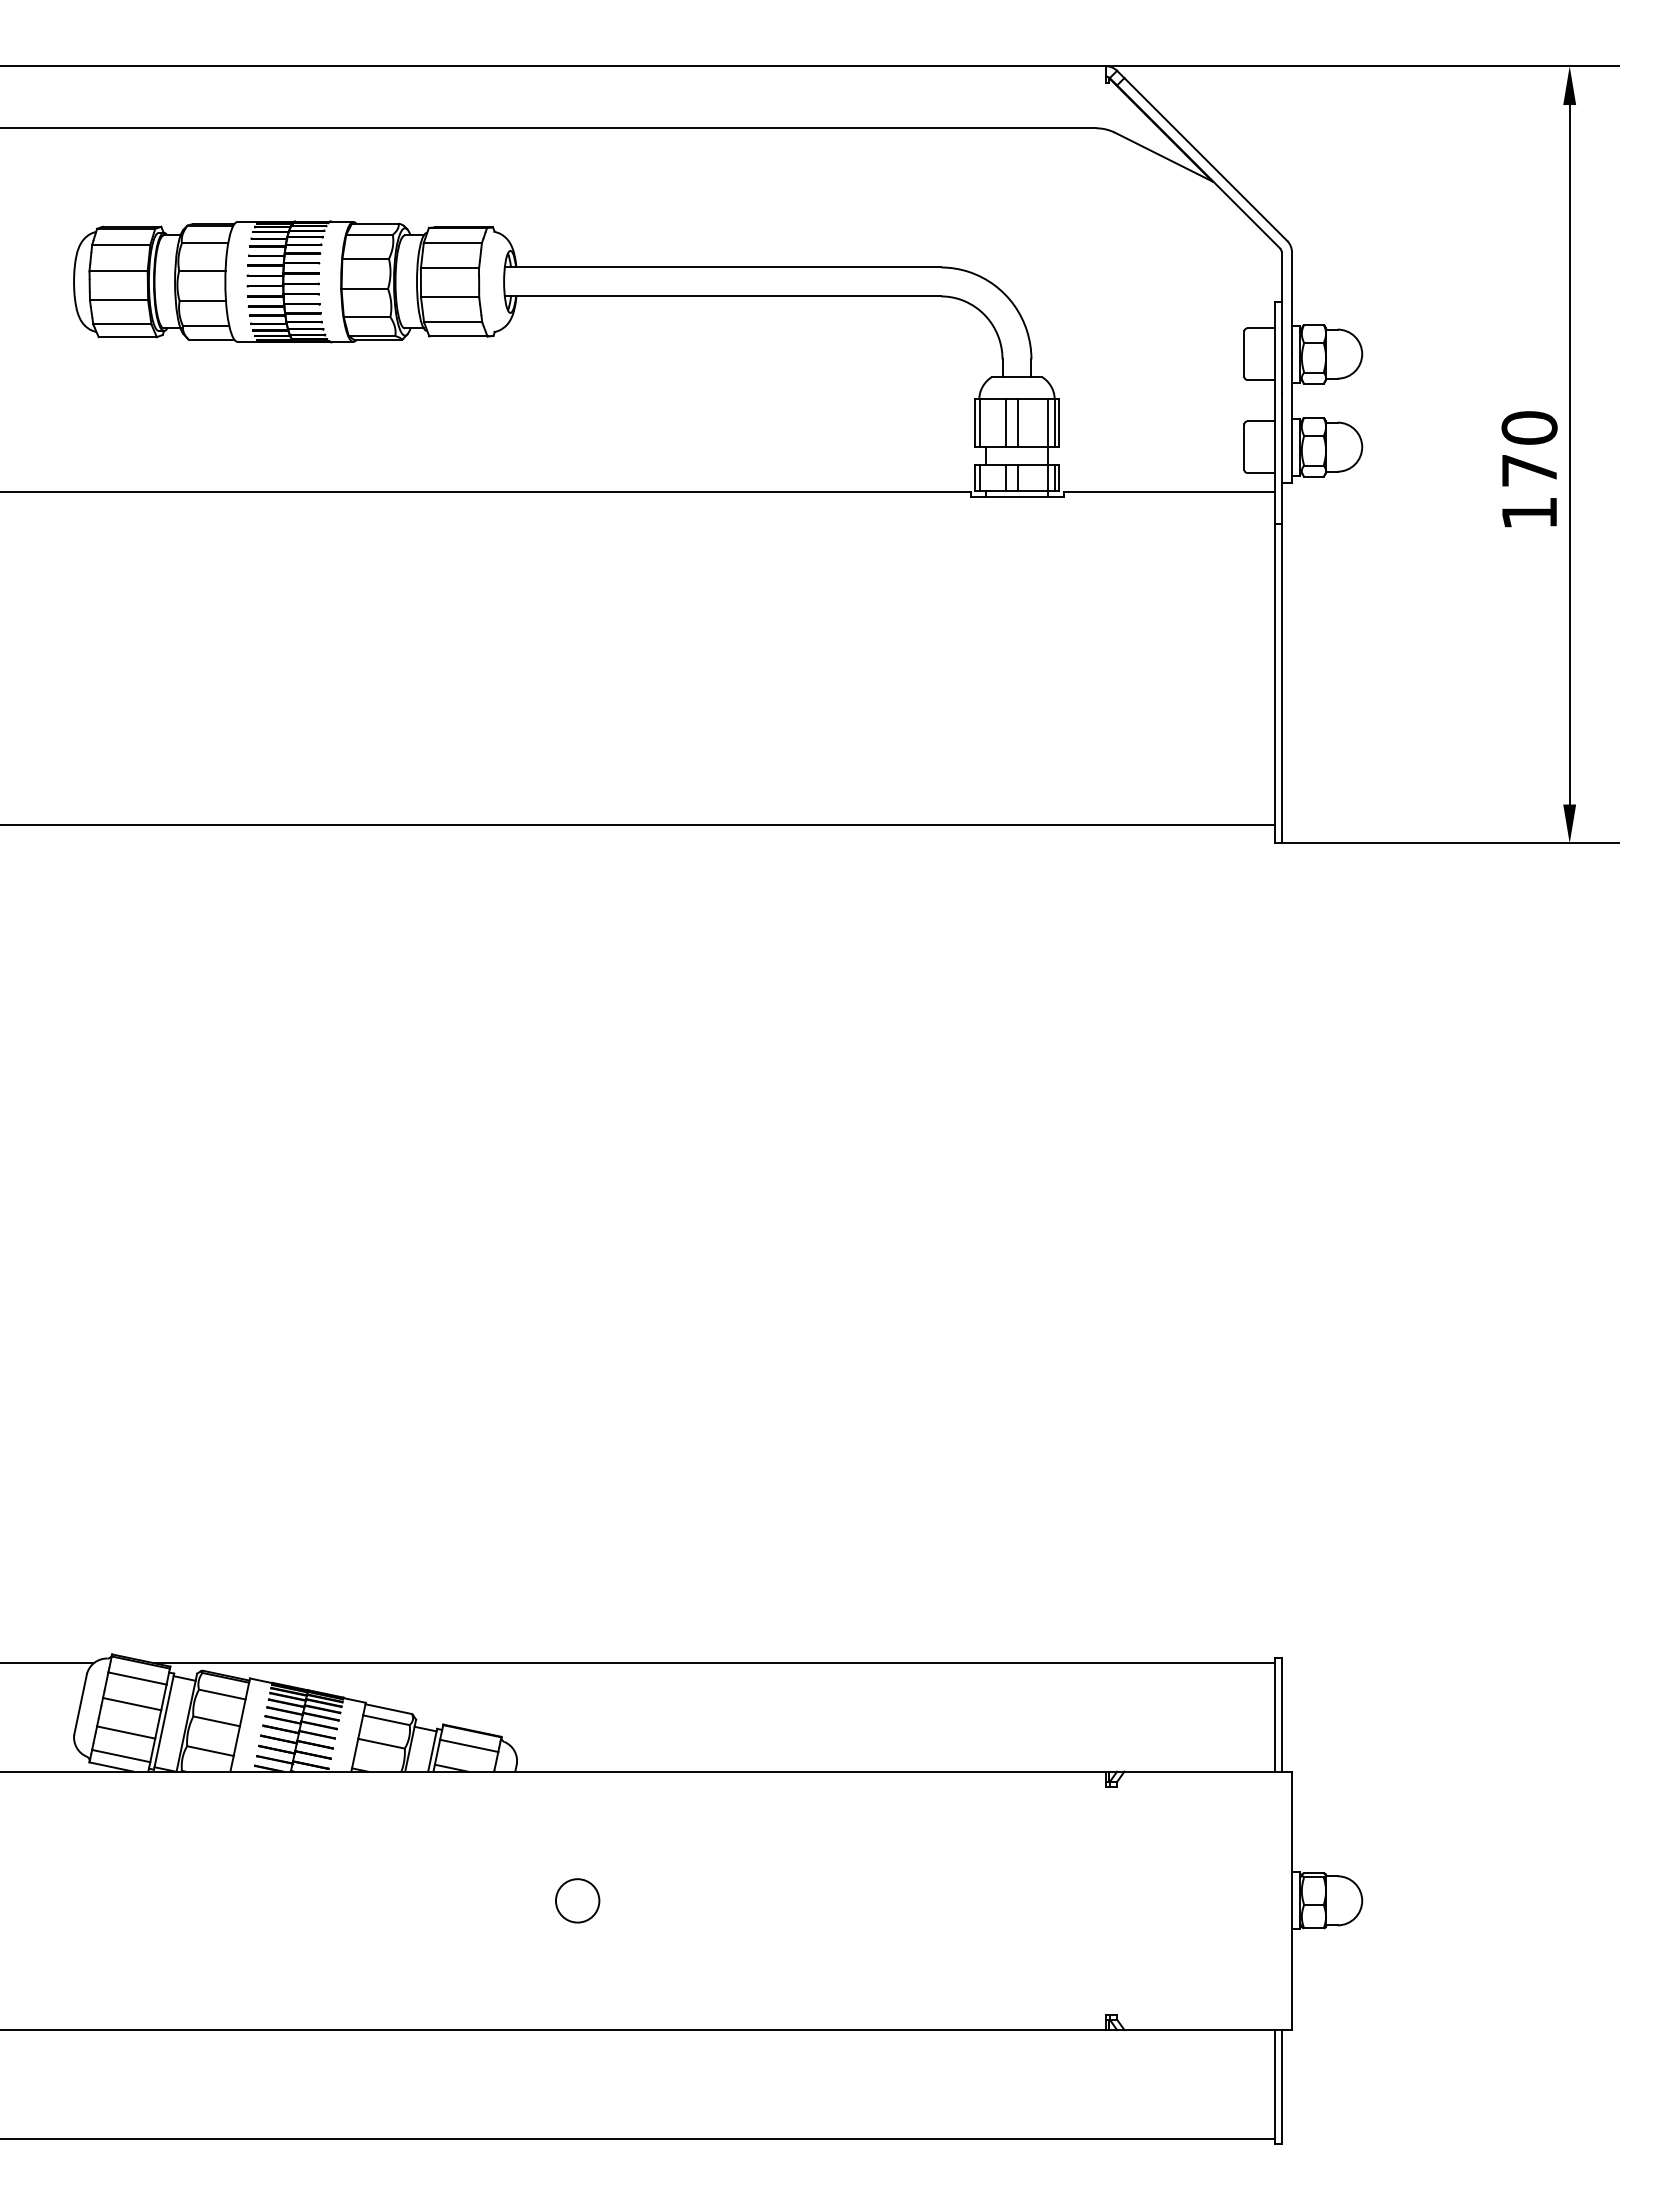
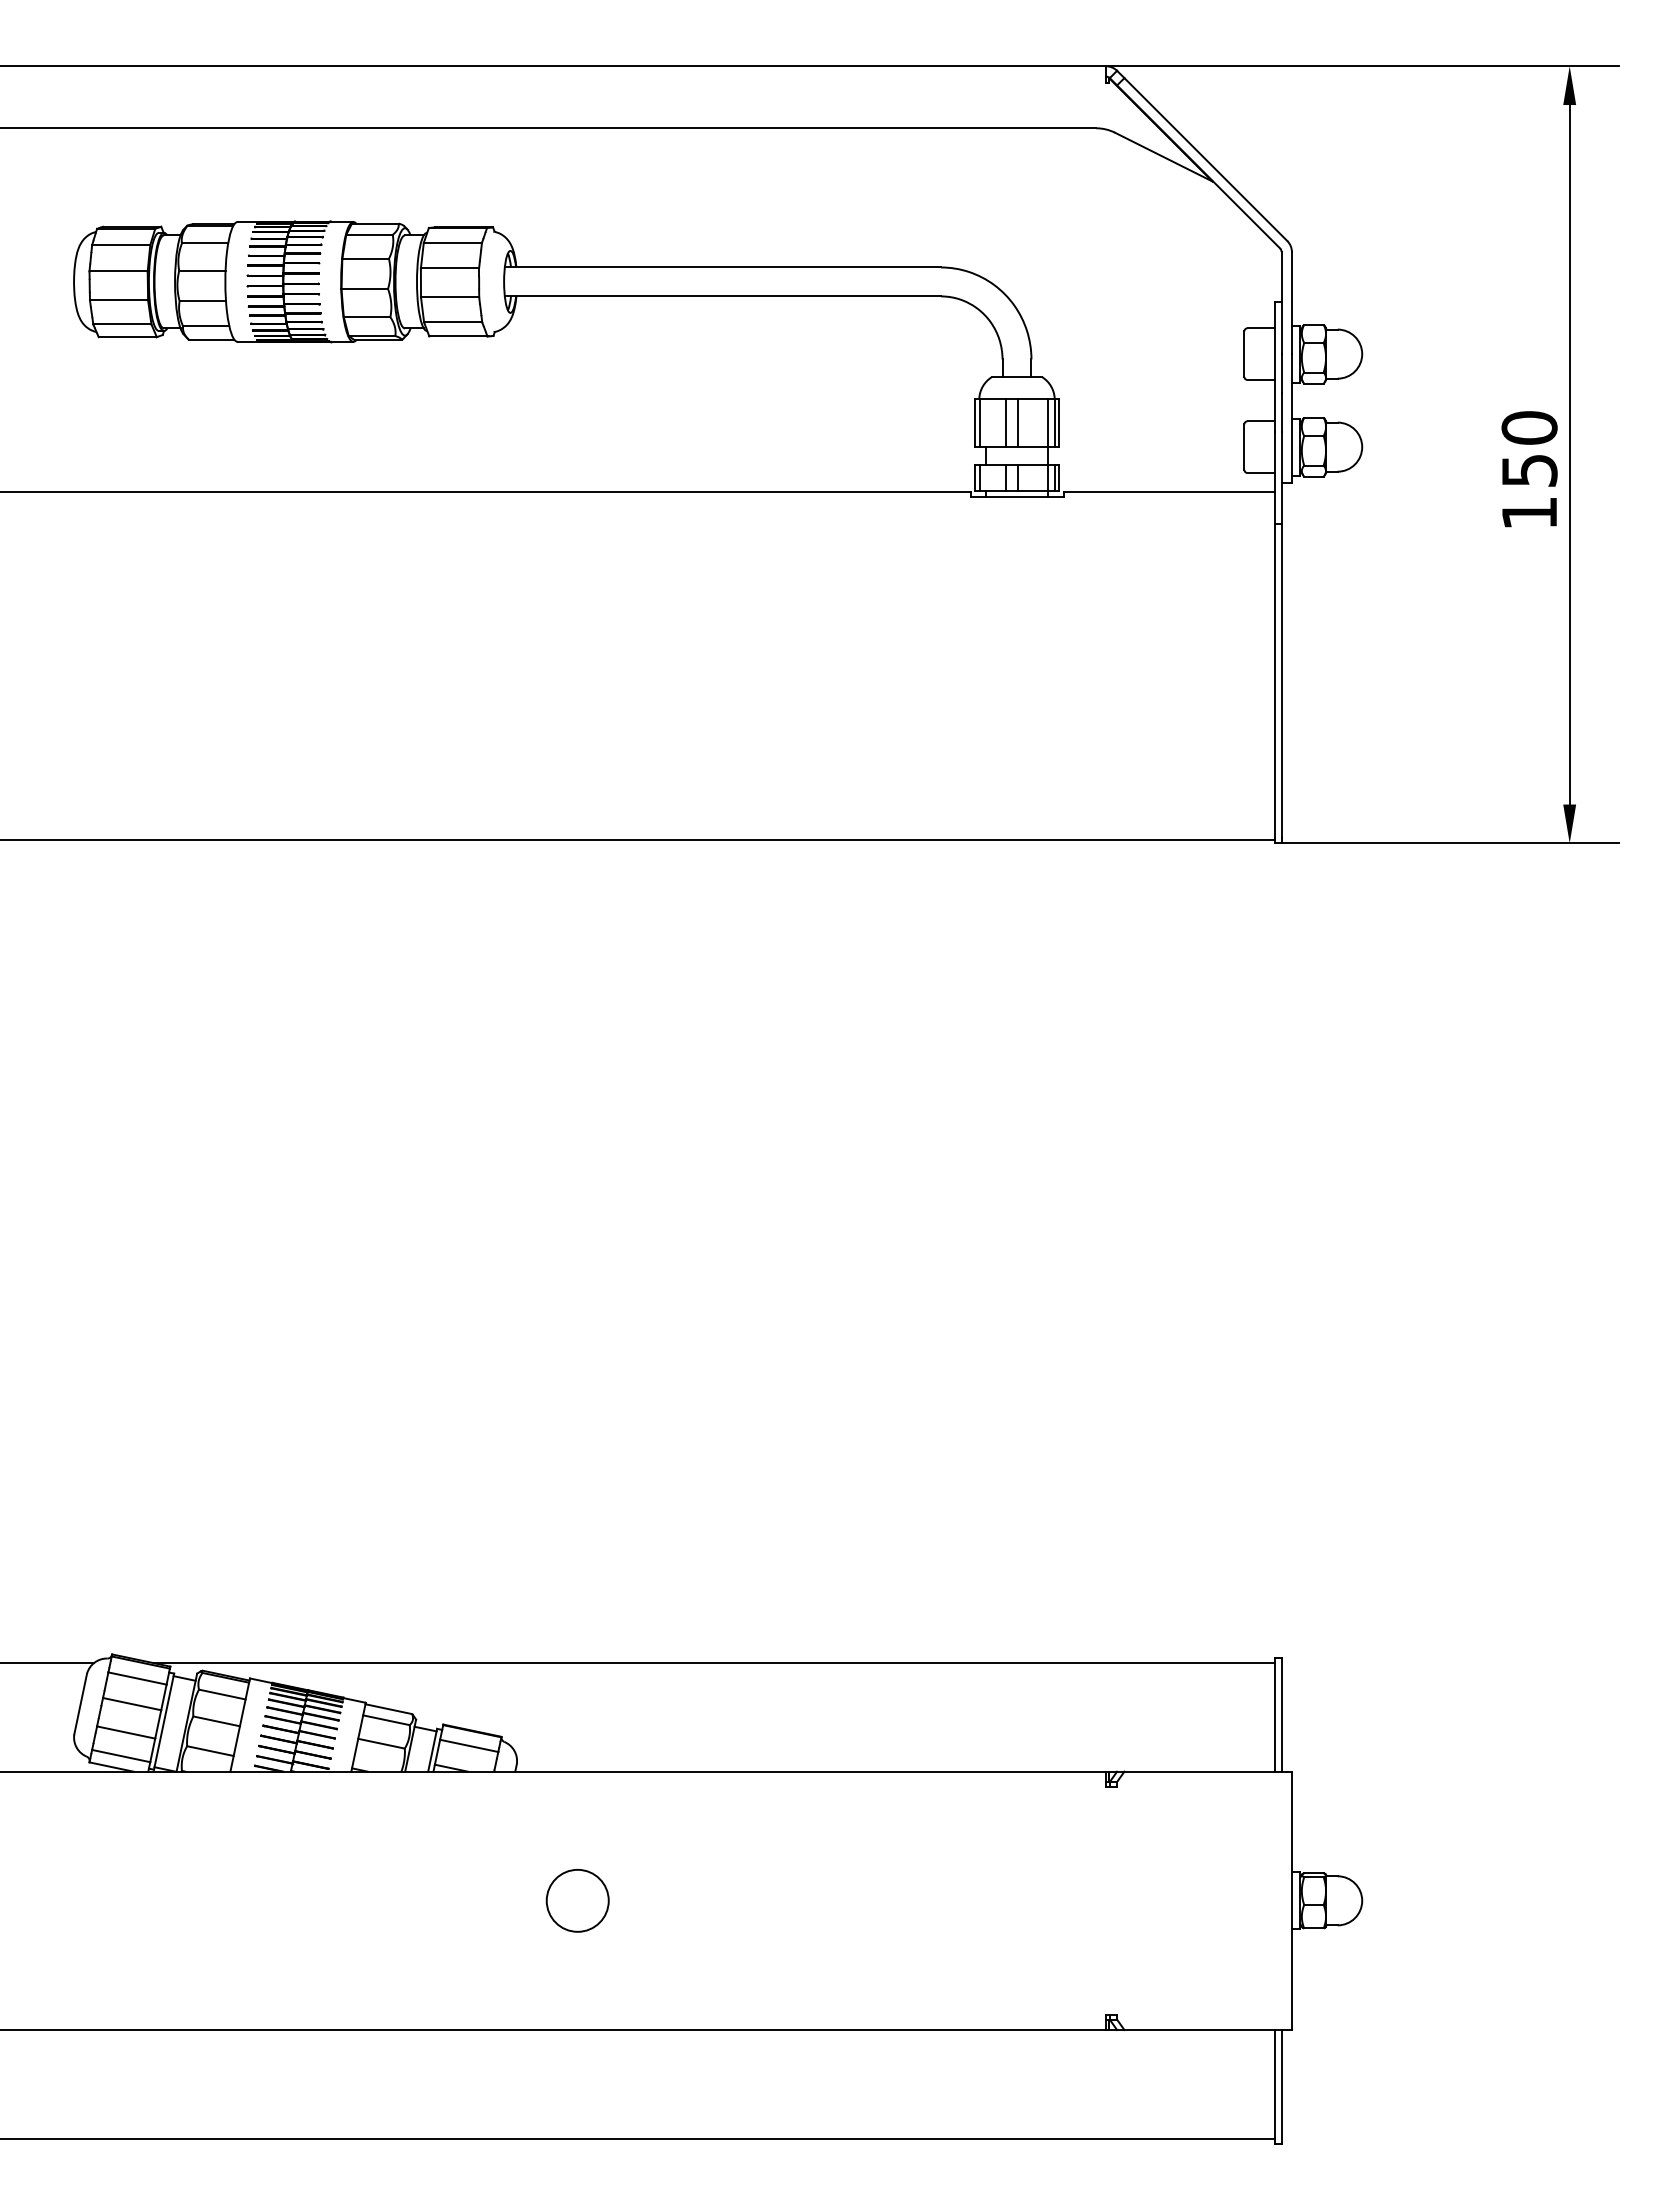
text at (1529, 470): 170 -> 150
line at (638, 825) position: (638, 825) -> (638, 840)
circle at (577, 1900) size: 46x46 px -> 65x64 px
